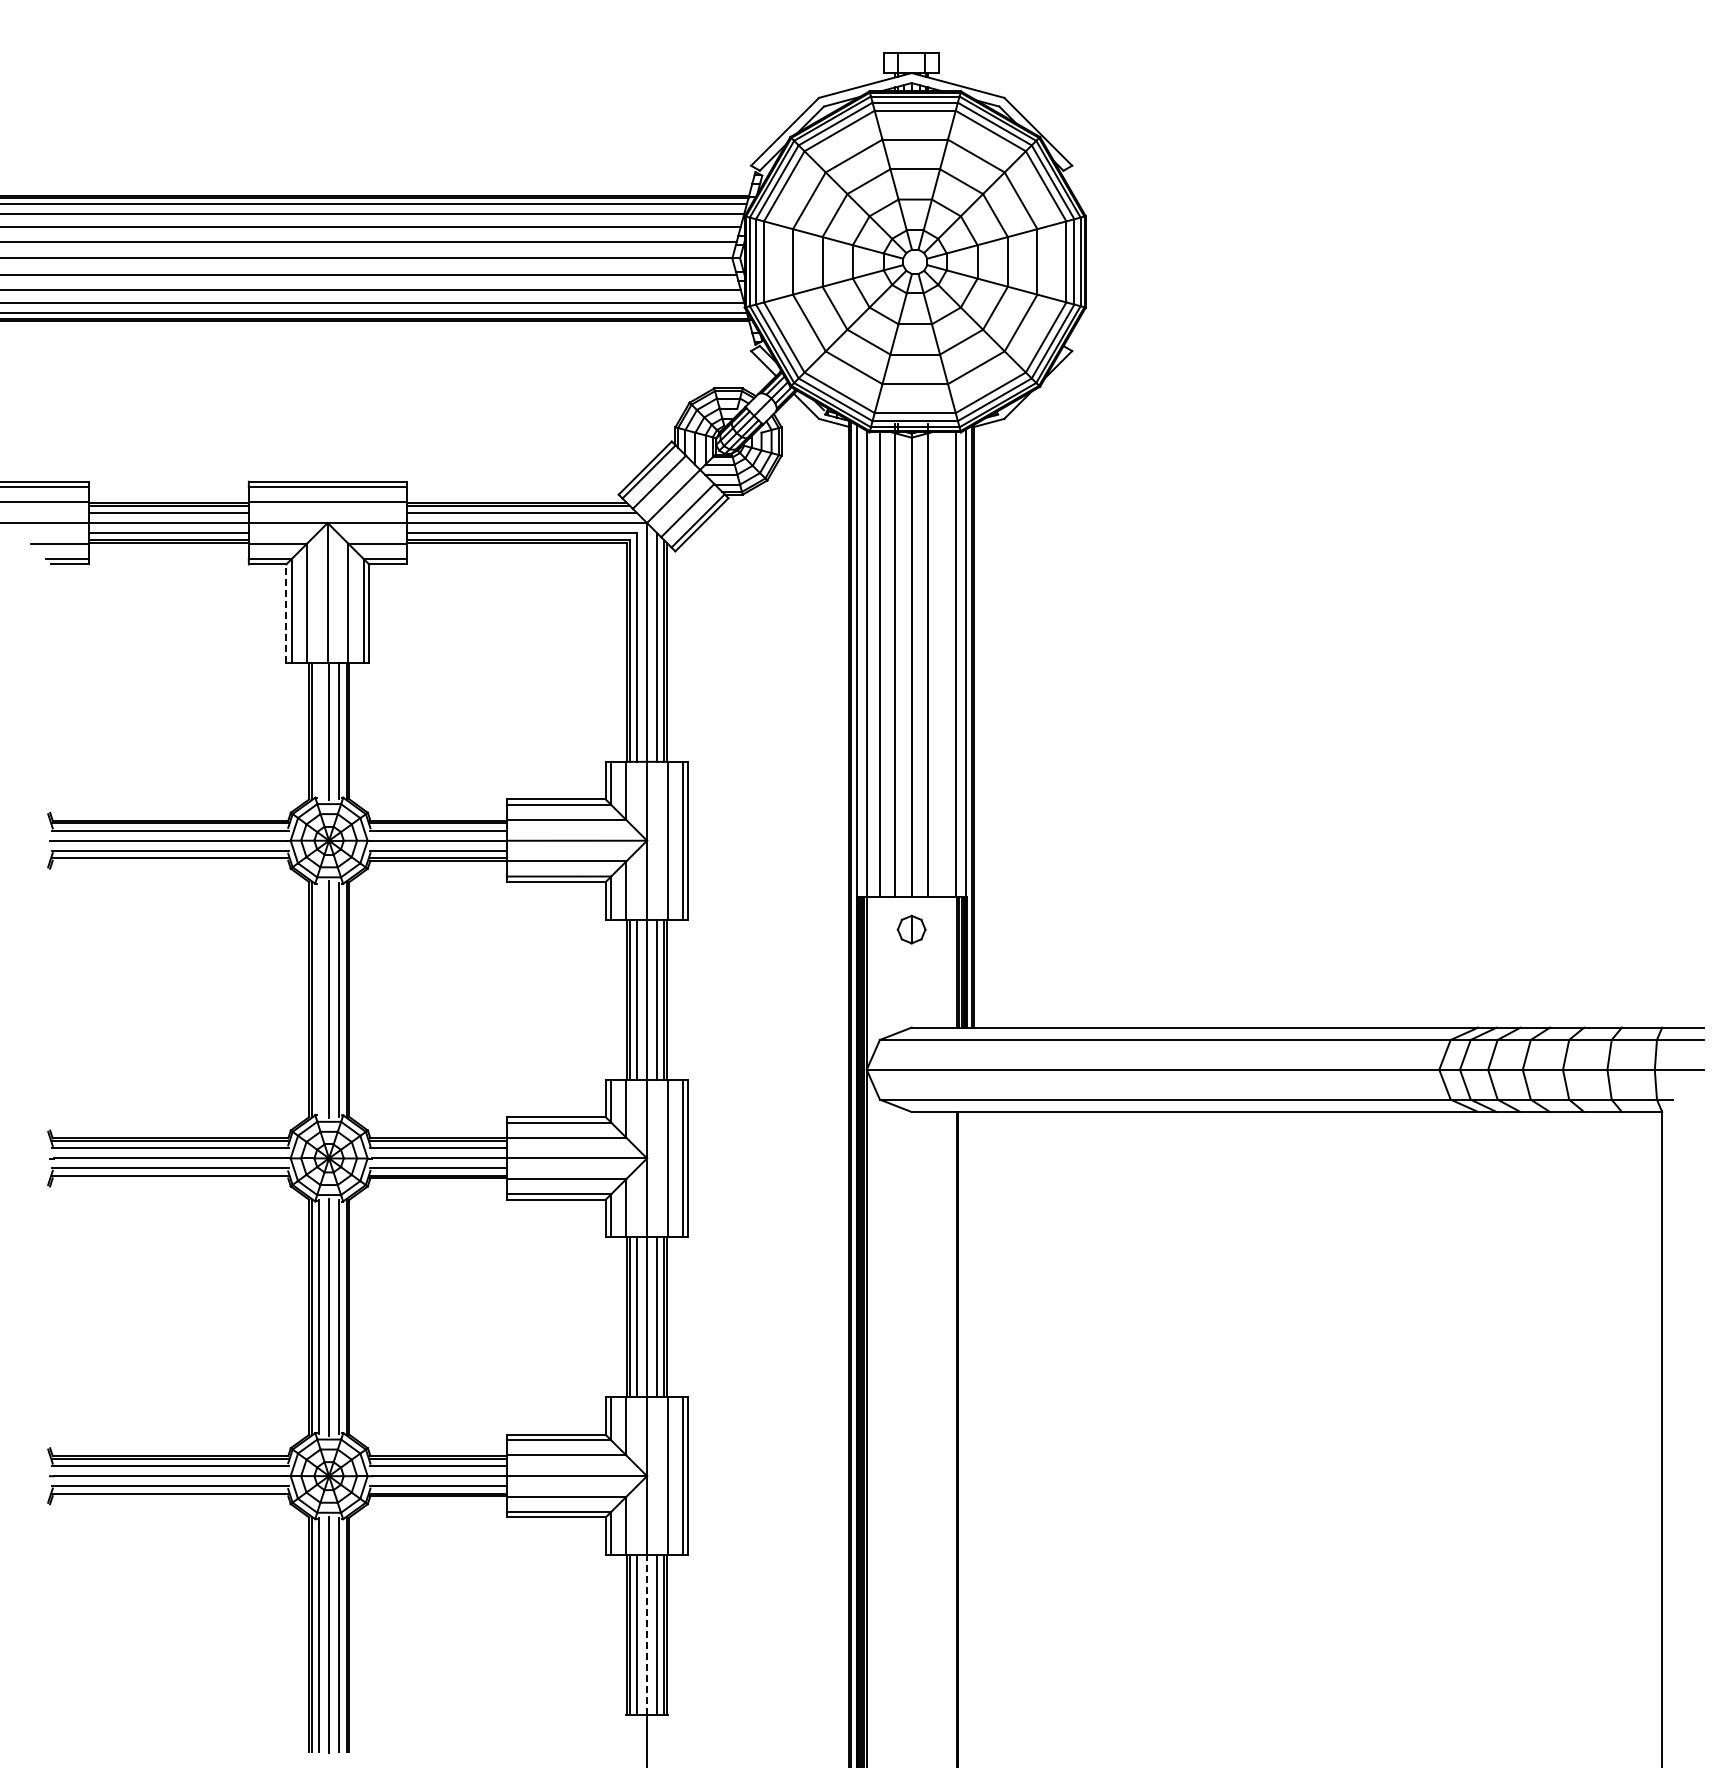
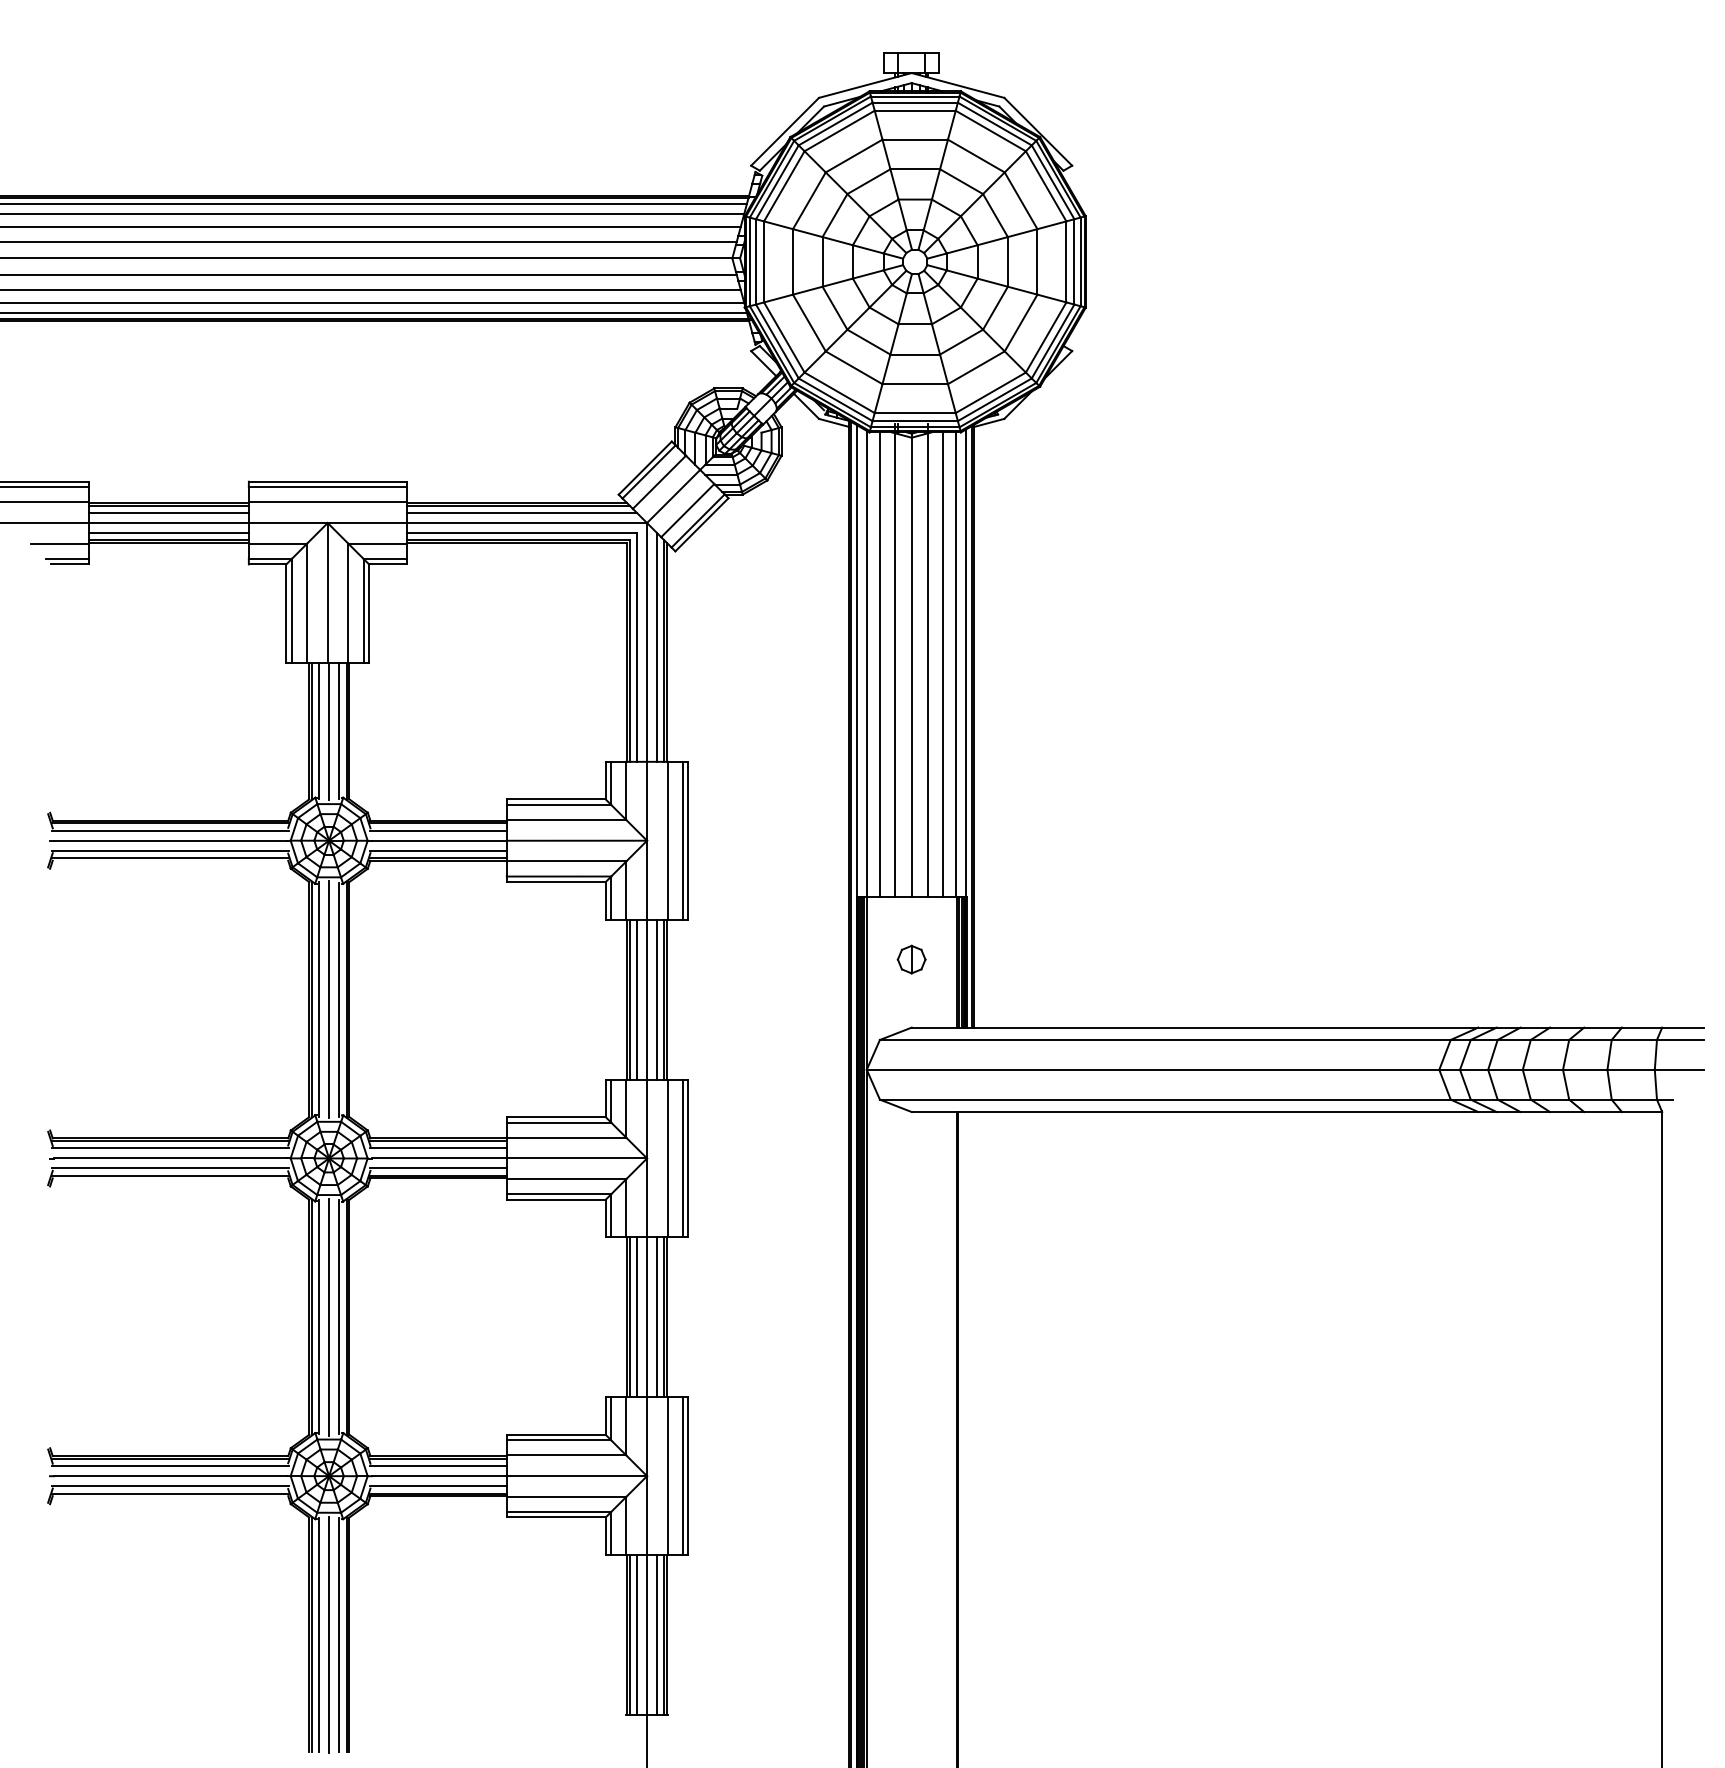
line at (286, 613): dashed -> solid
line at (943, 664): none -> present
line at (319, 731): none -> present
part at (911, 929) position: (911, 929) -> (911, 959)
line at (319, 999): none -> present
line at (647, 1635): dashed -> solid
